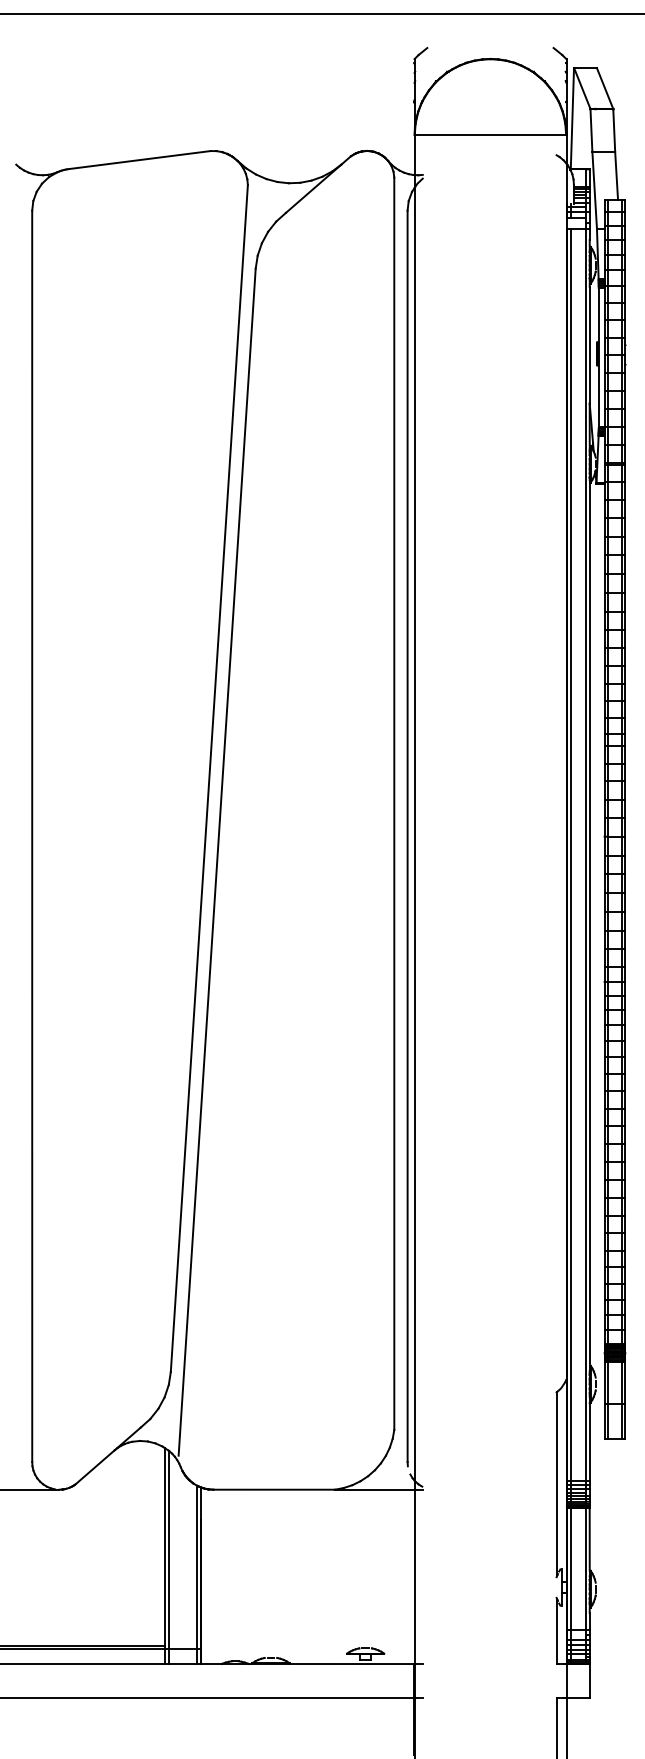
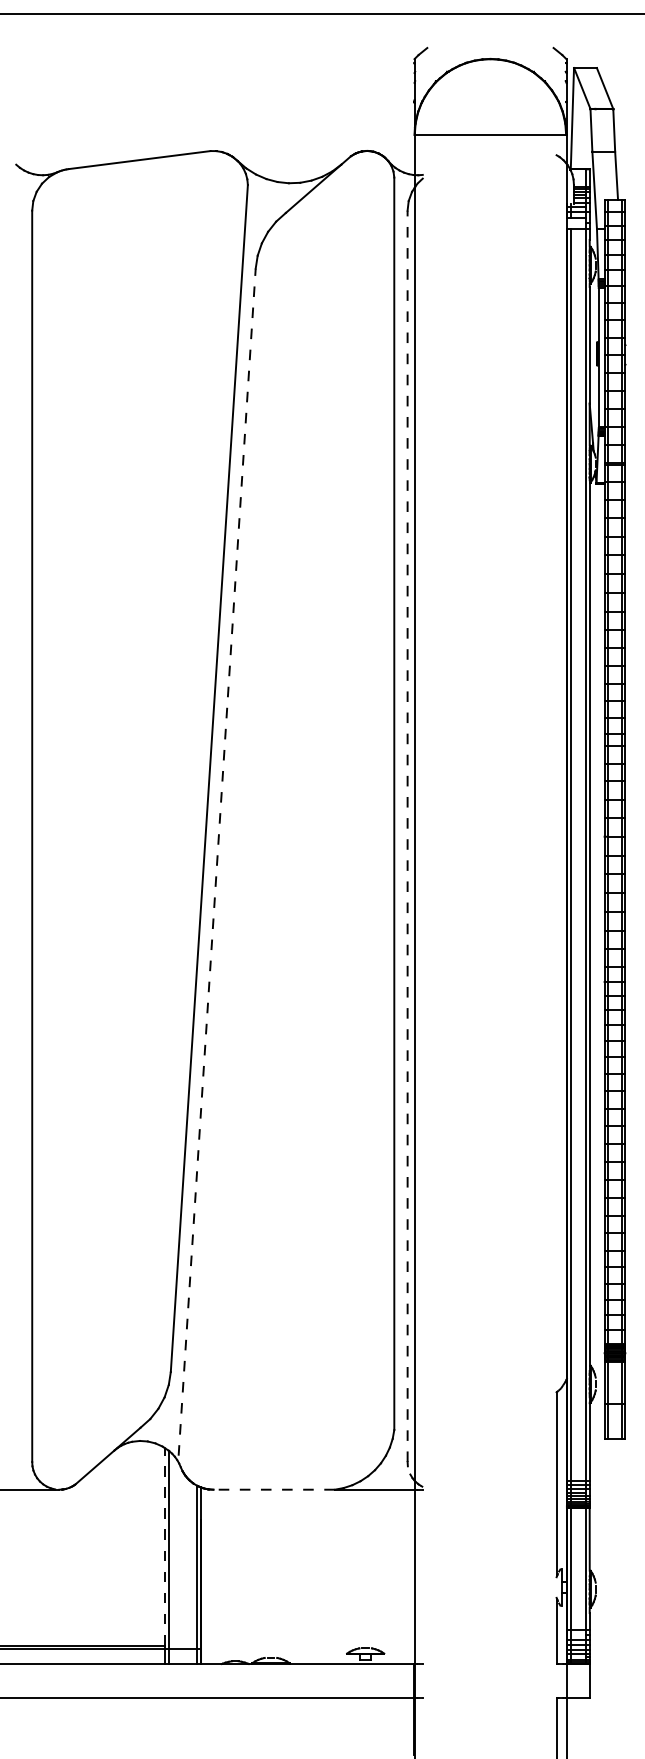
line at (407, 836): solid -> dashed
line at (217, 862): solid -> dashed
line at (274, 1489): solid -> dashed
line at (164, 1546): solid -> dashed
